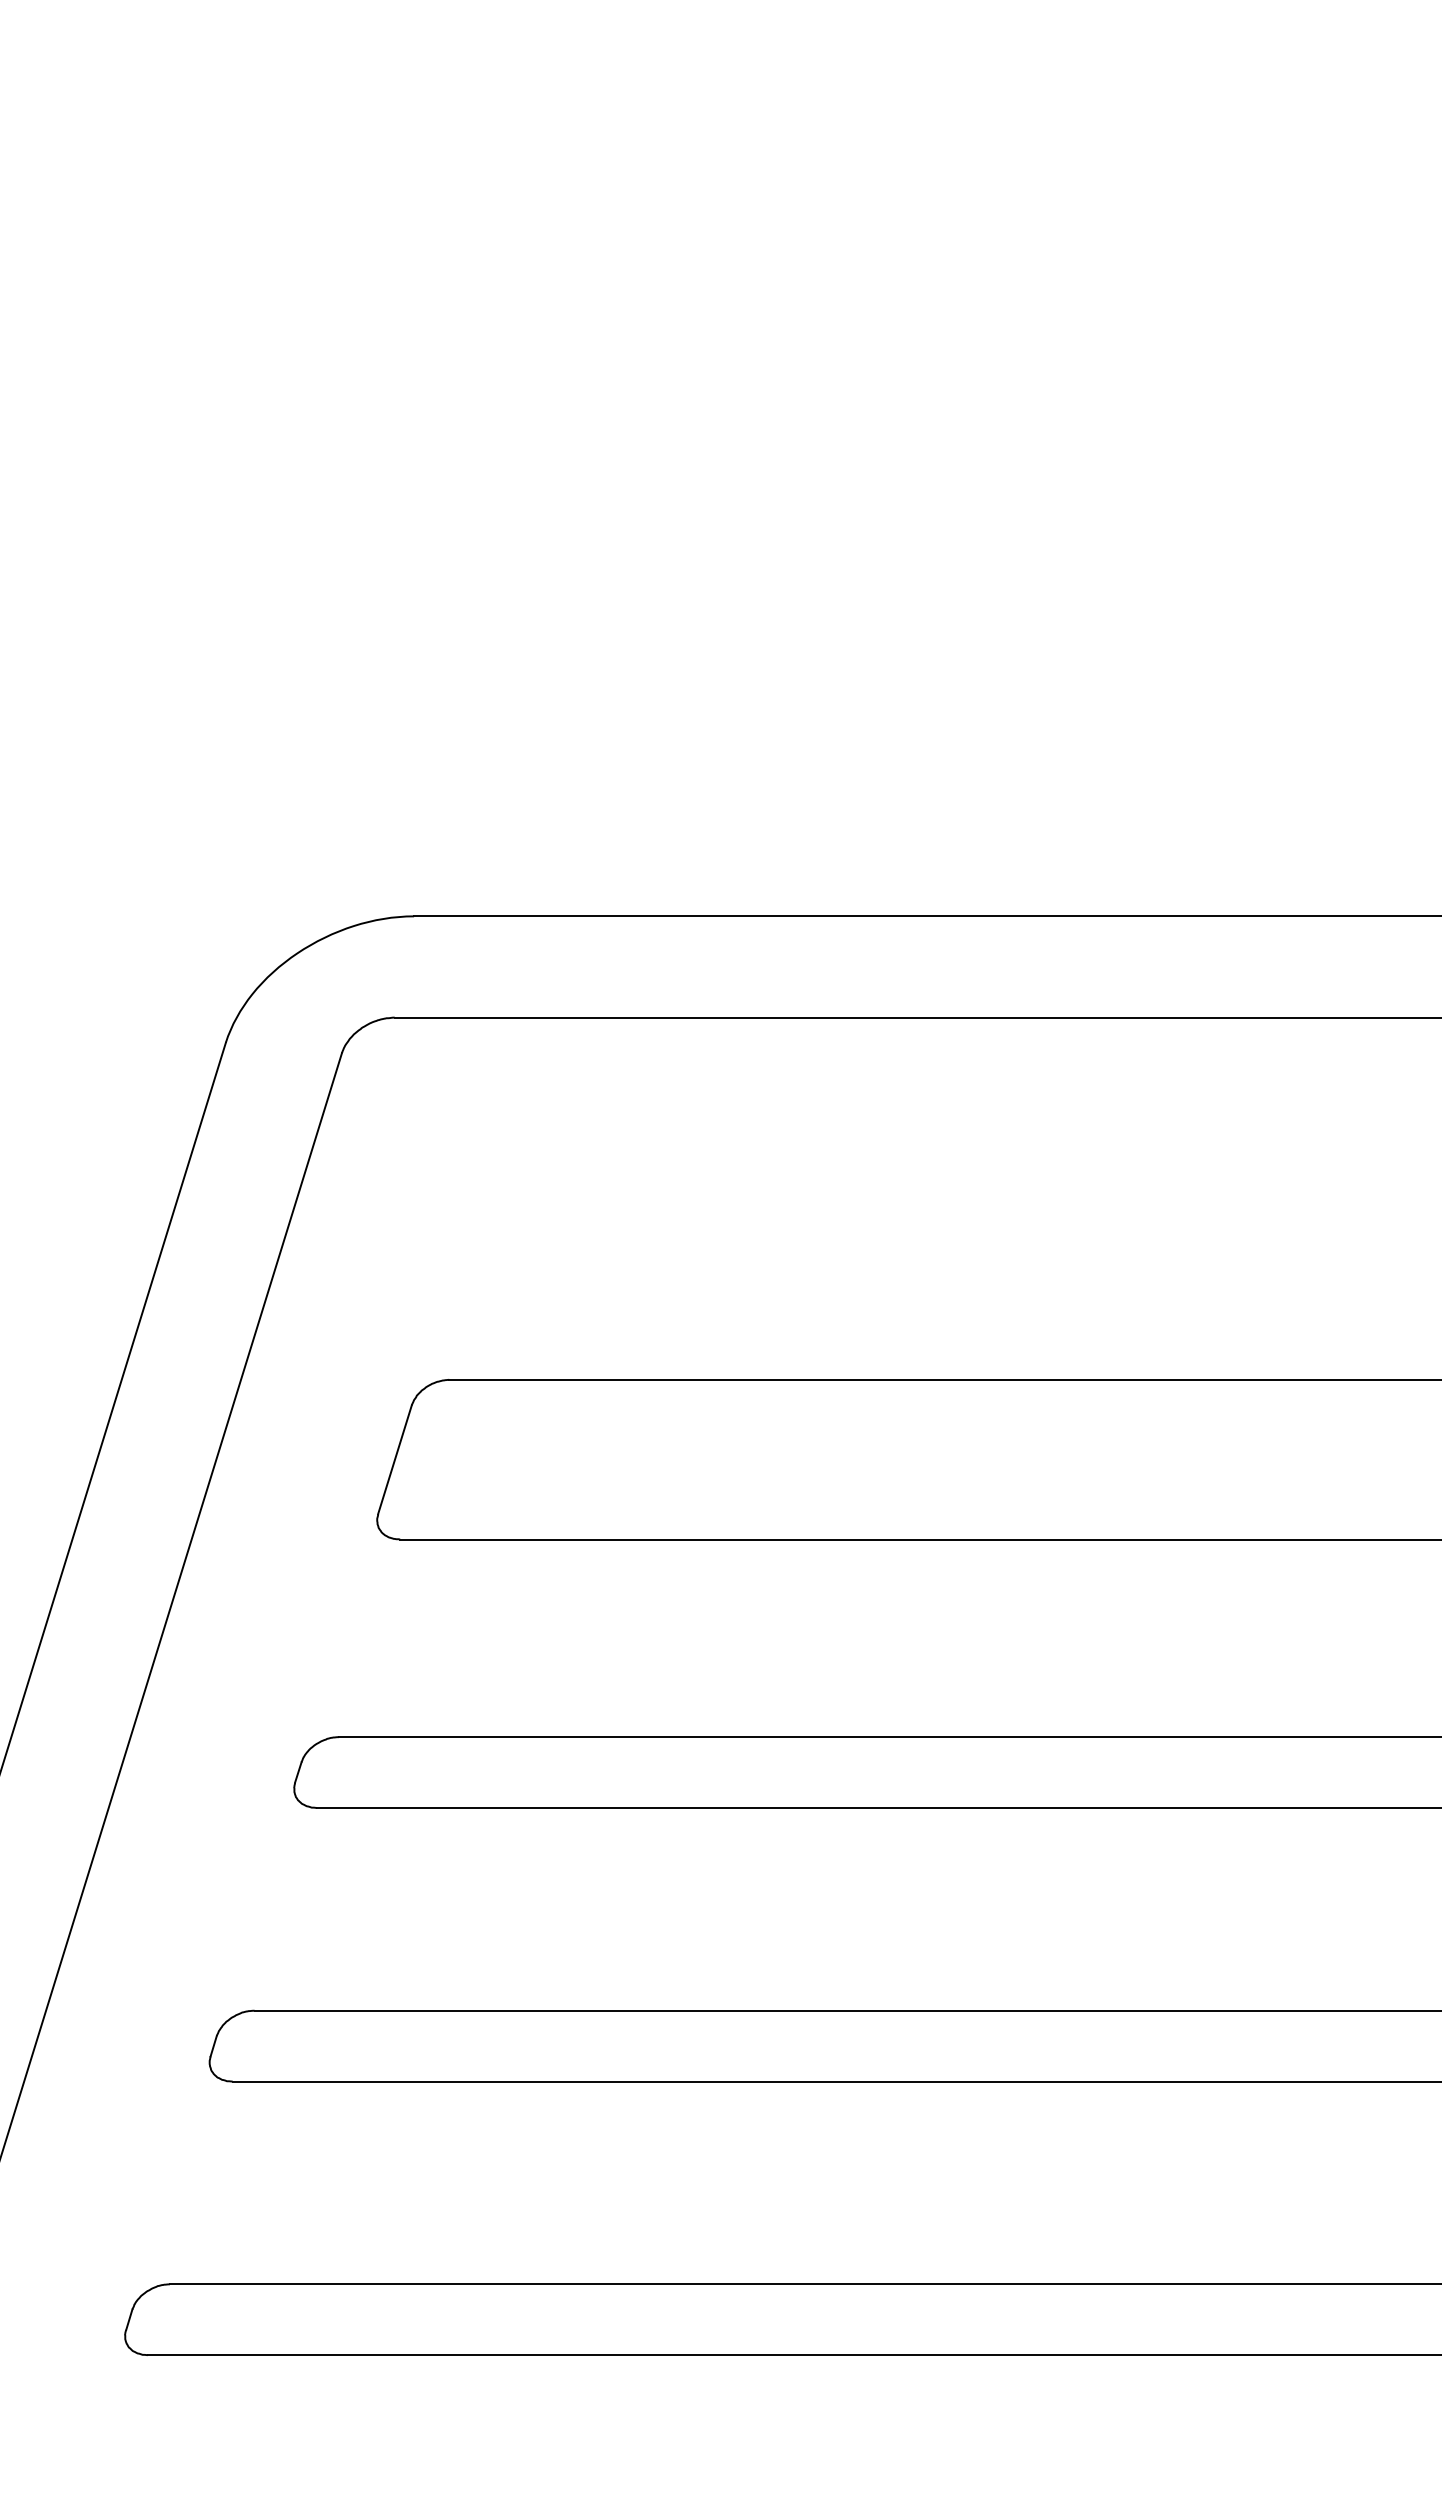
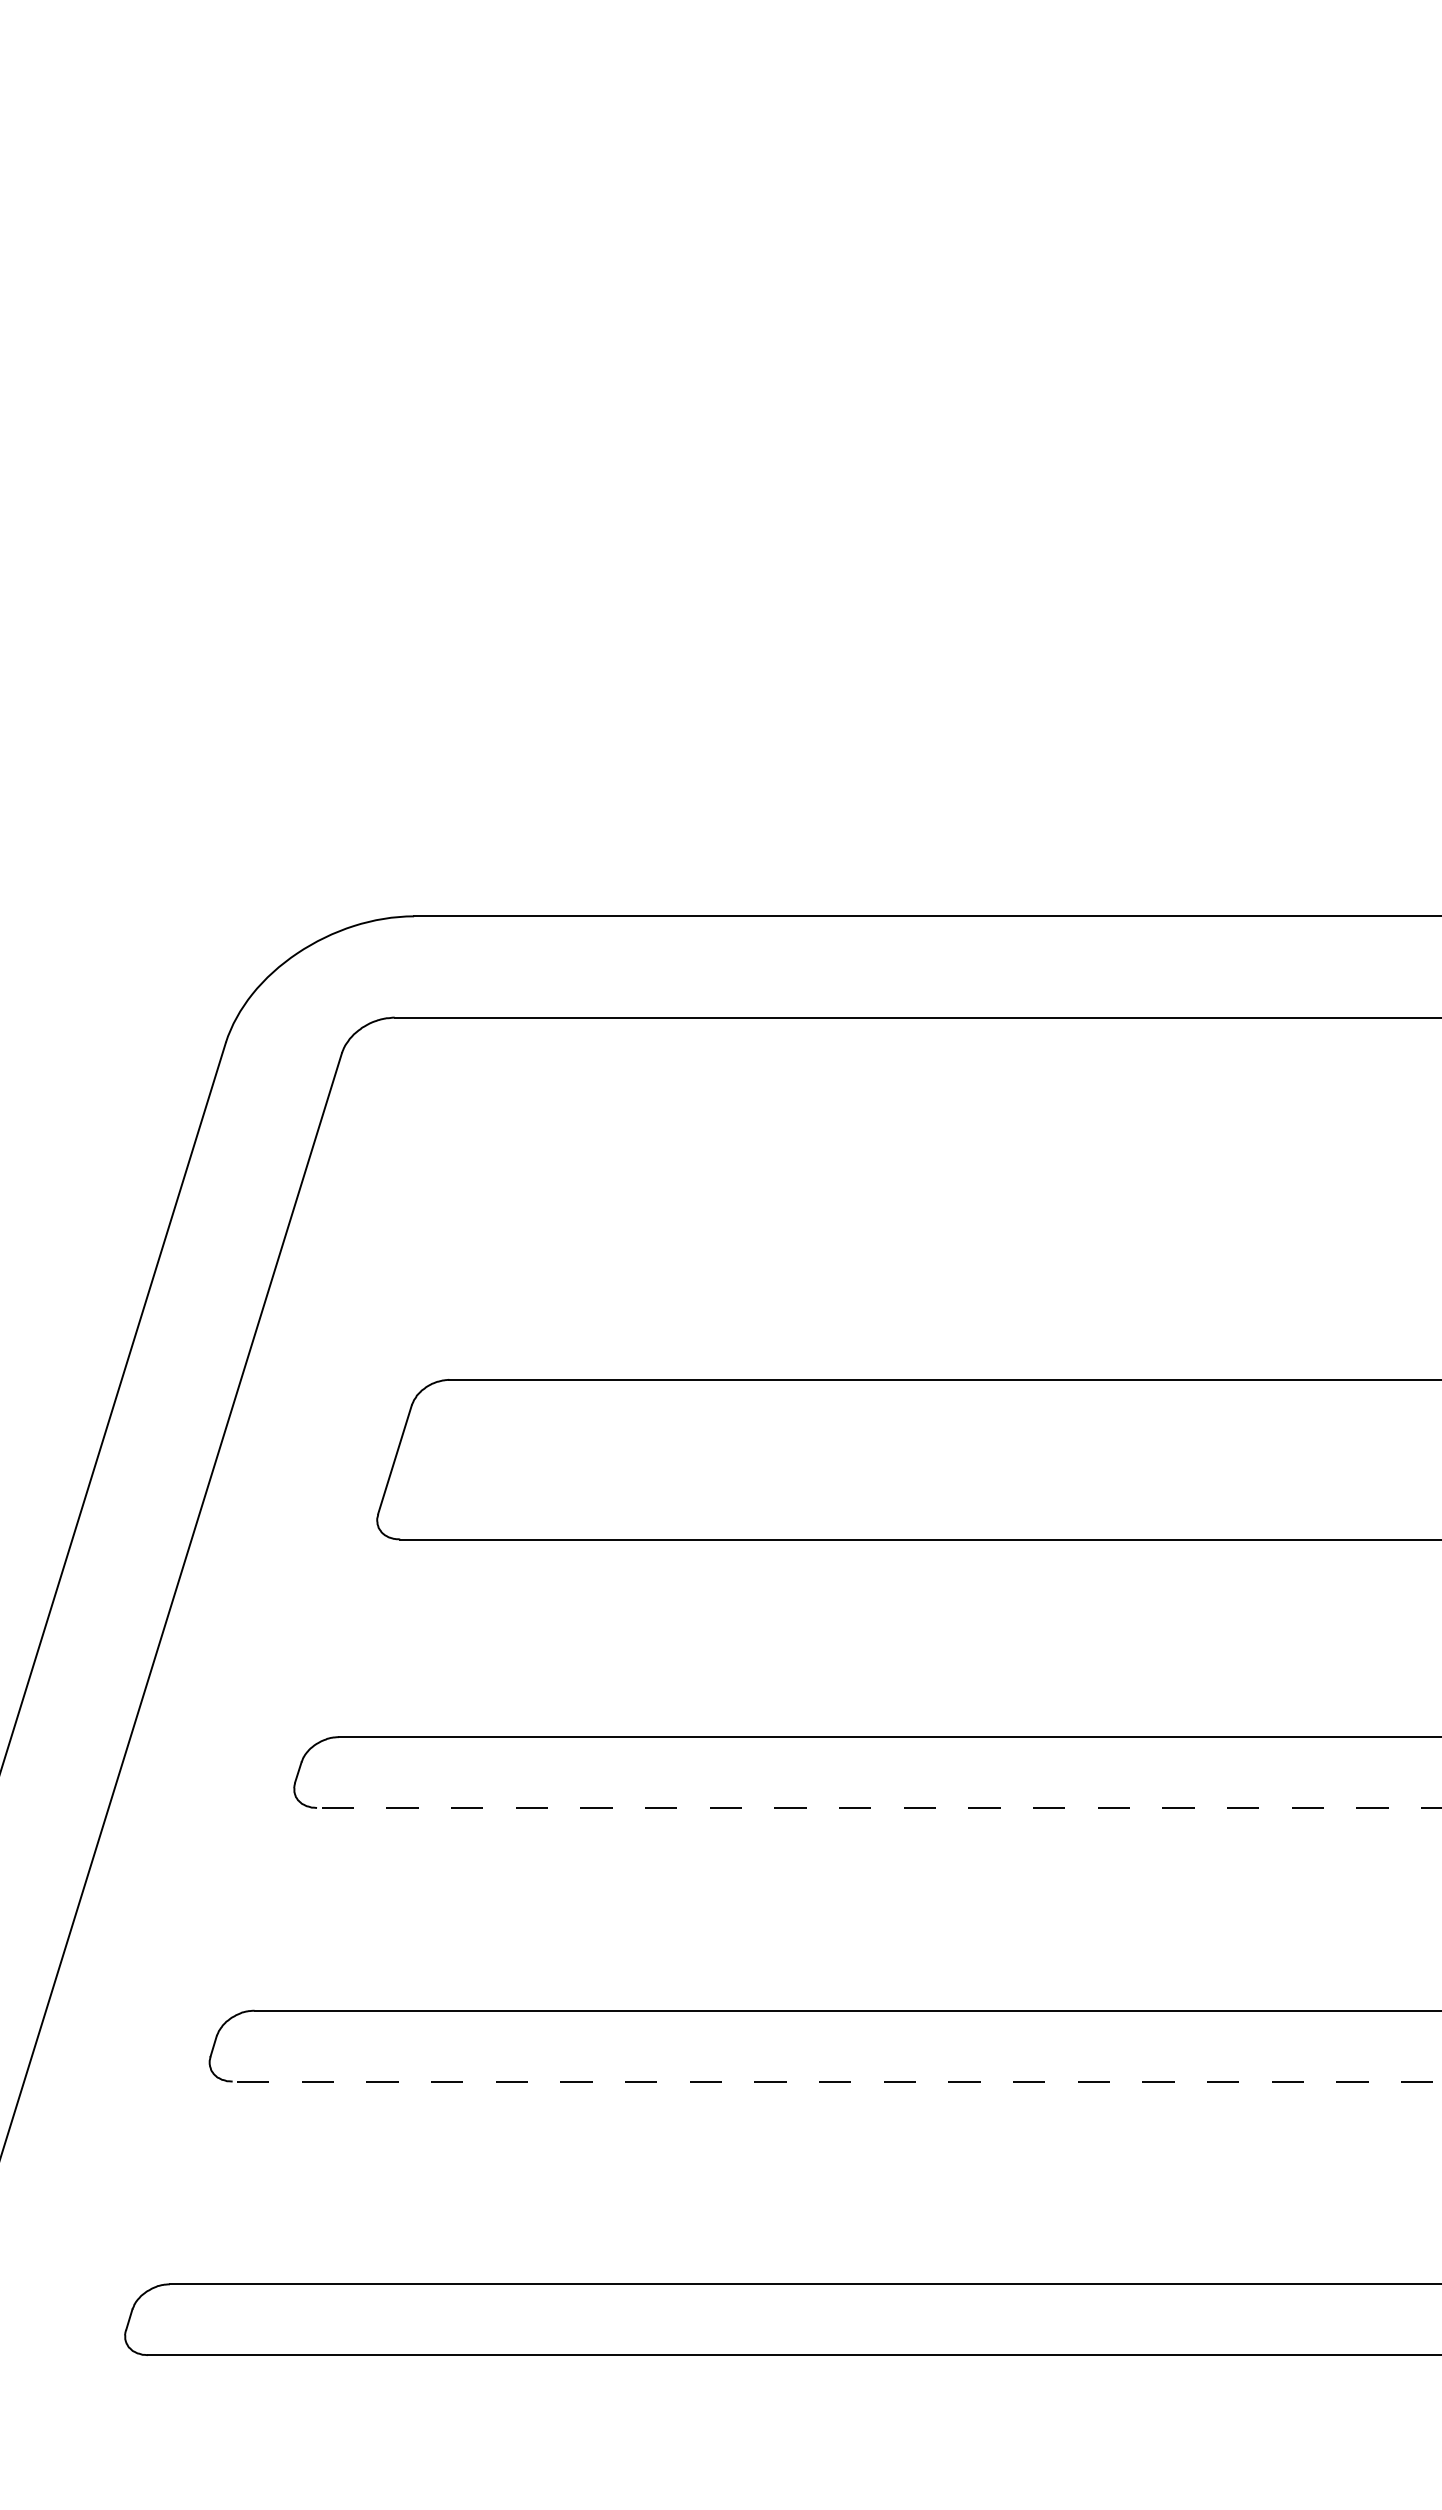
line at (878, 1807): solid -> dashed
line at (836, 2081): solid -> dashed
